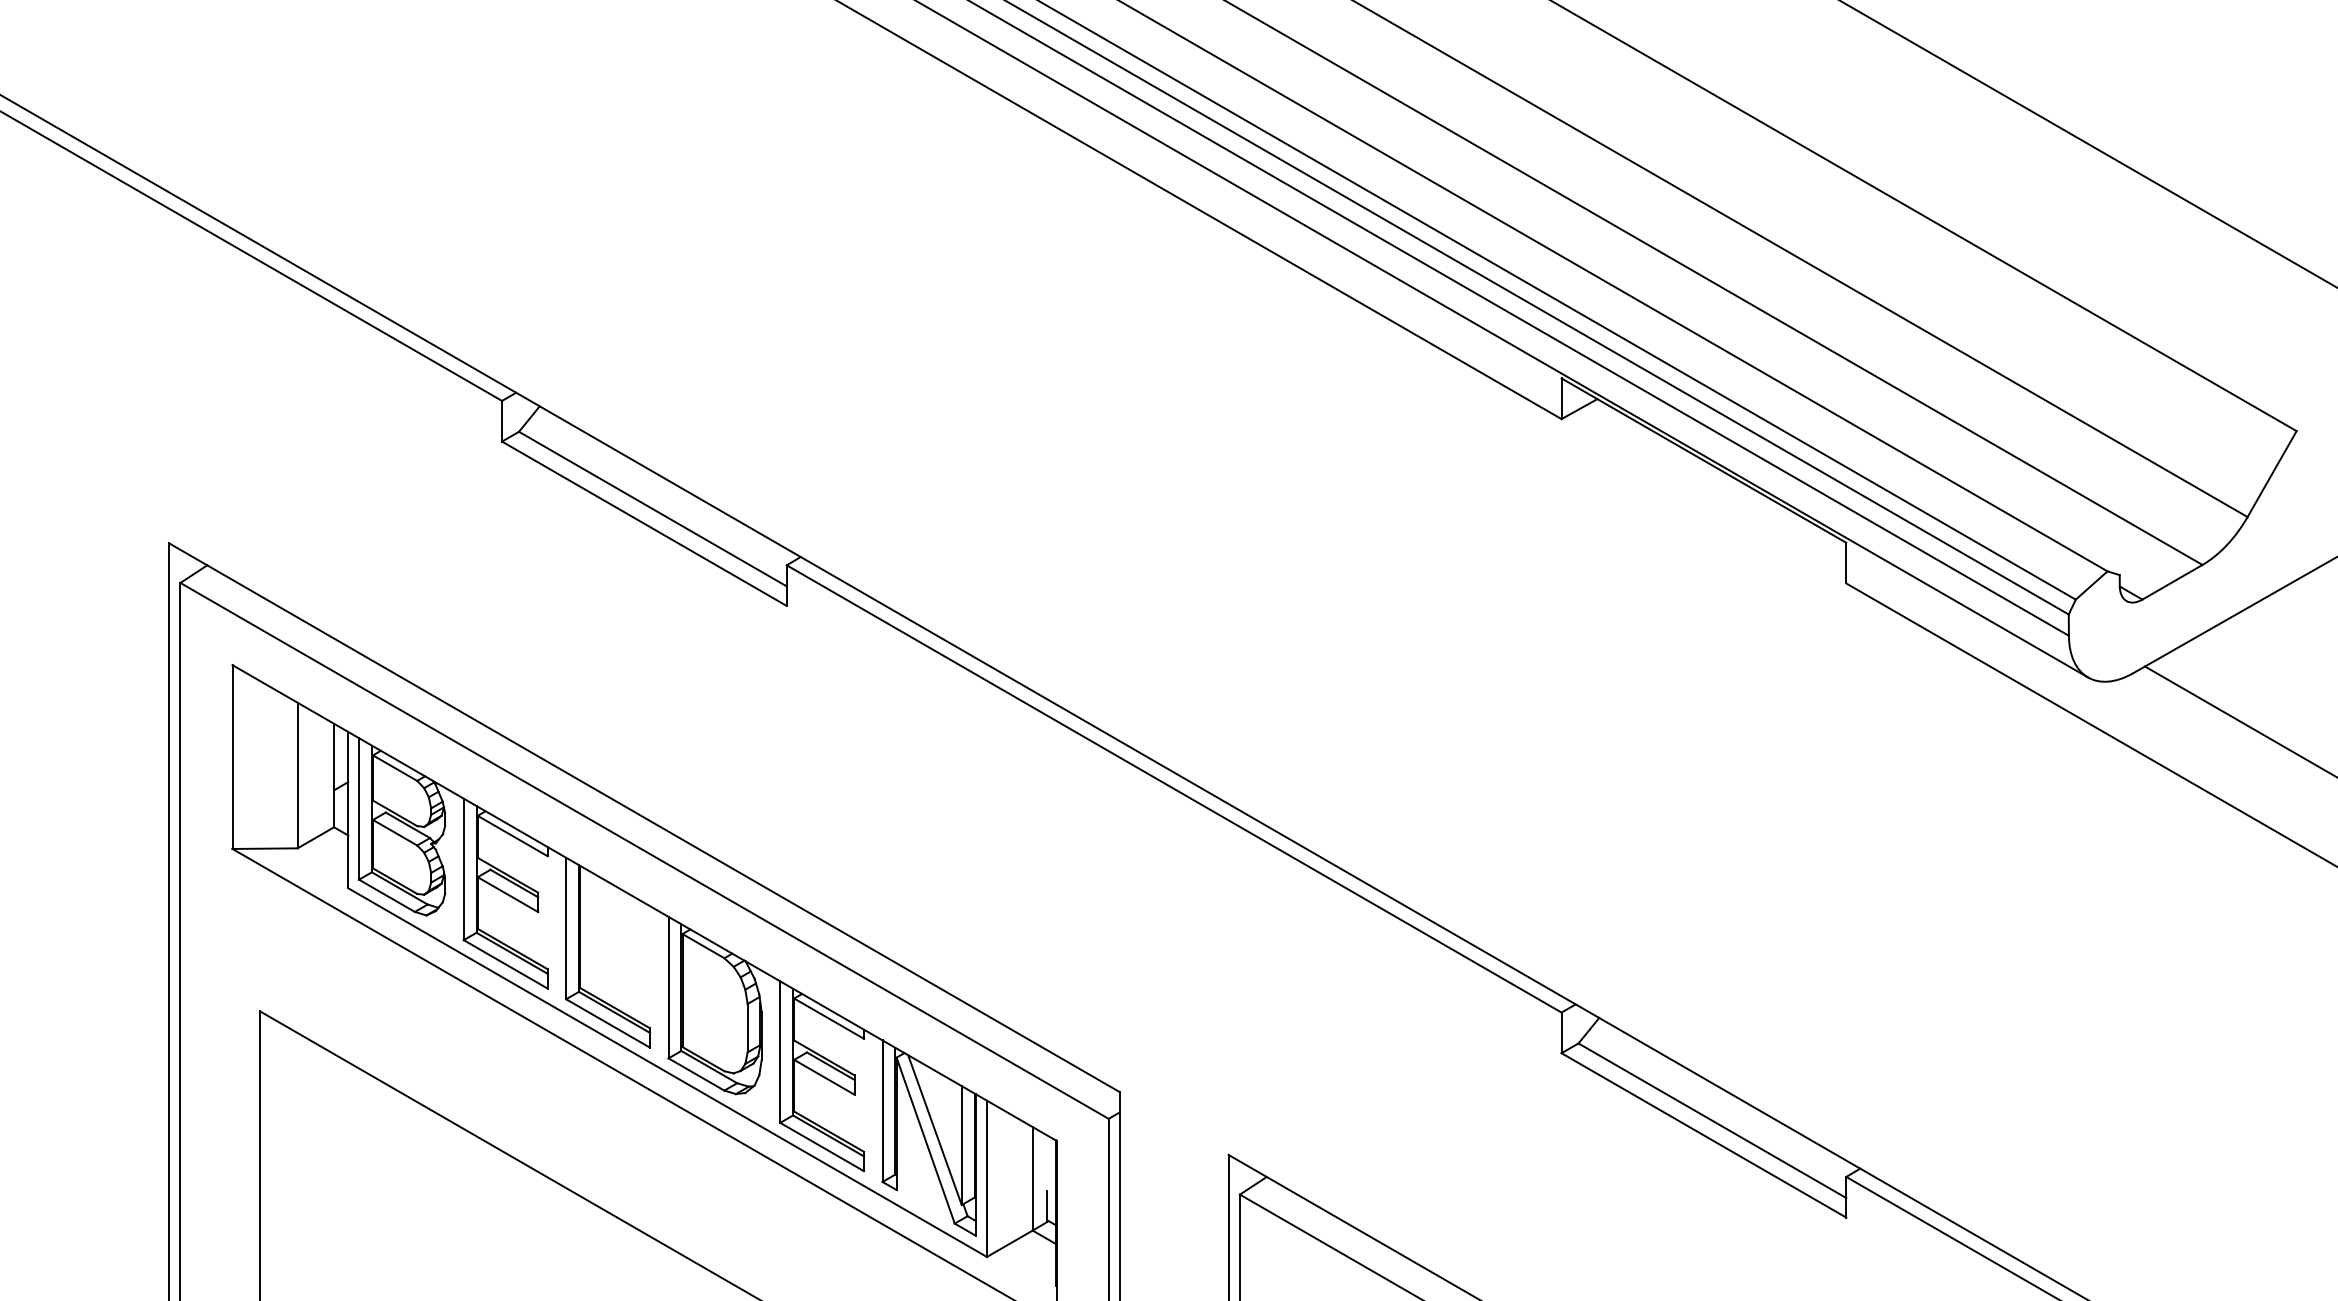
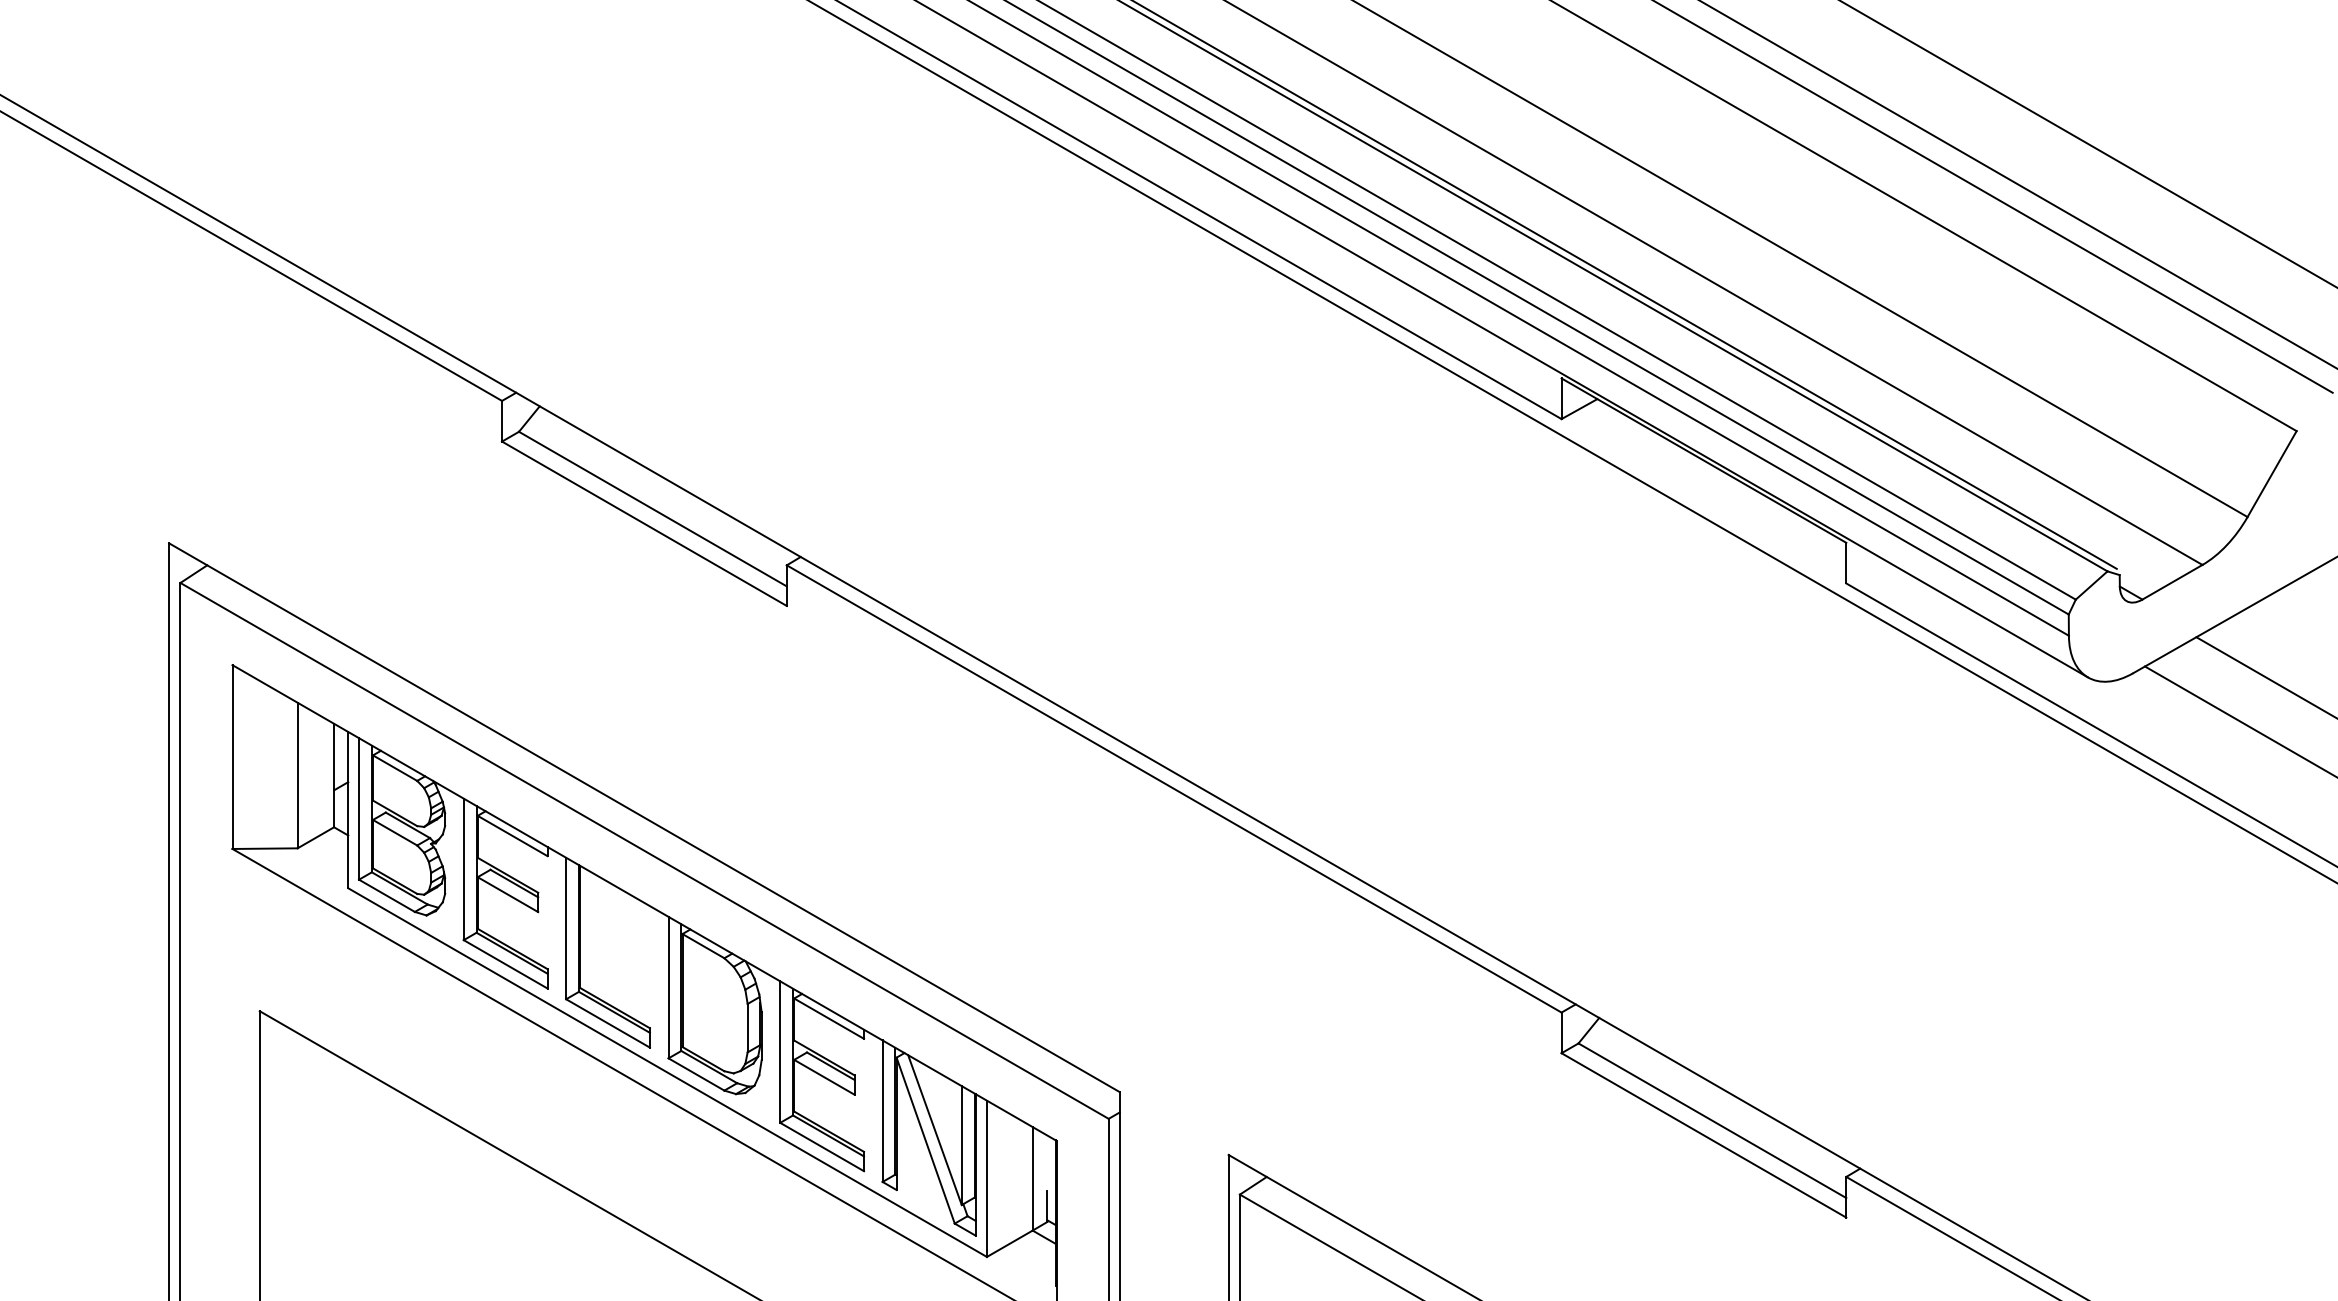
line at (2018, 184): none -> present
line at (1994, 197): none -> present
line at (1625, 285): none -> present
line at (1572, 441): none -> present
line at (2265, 676): none -> present
